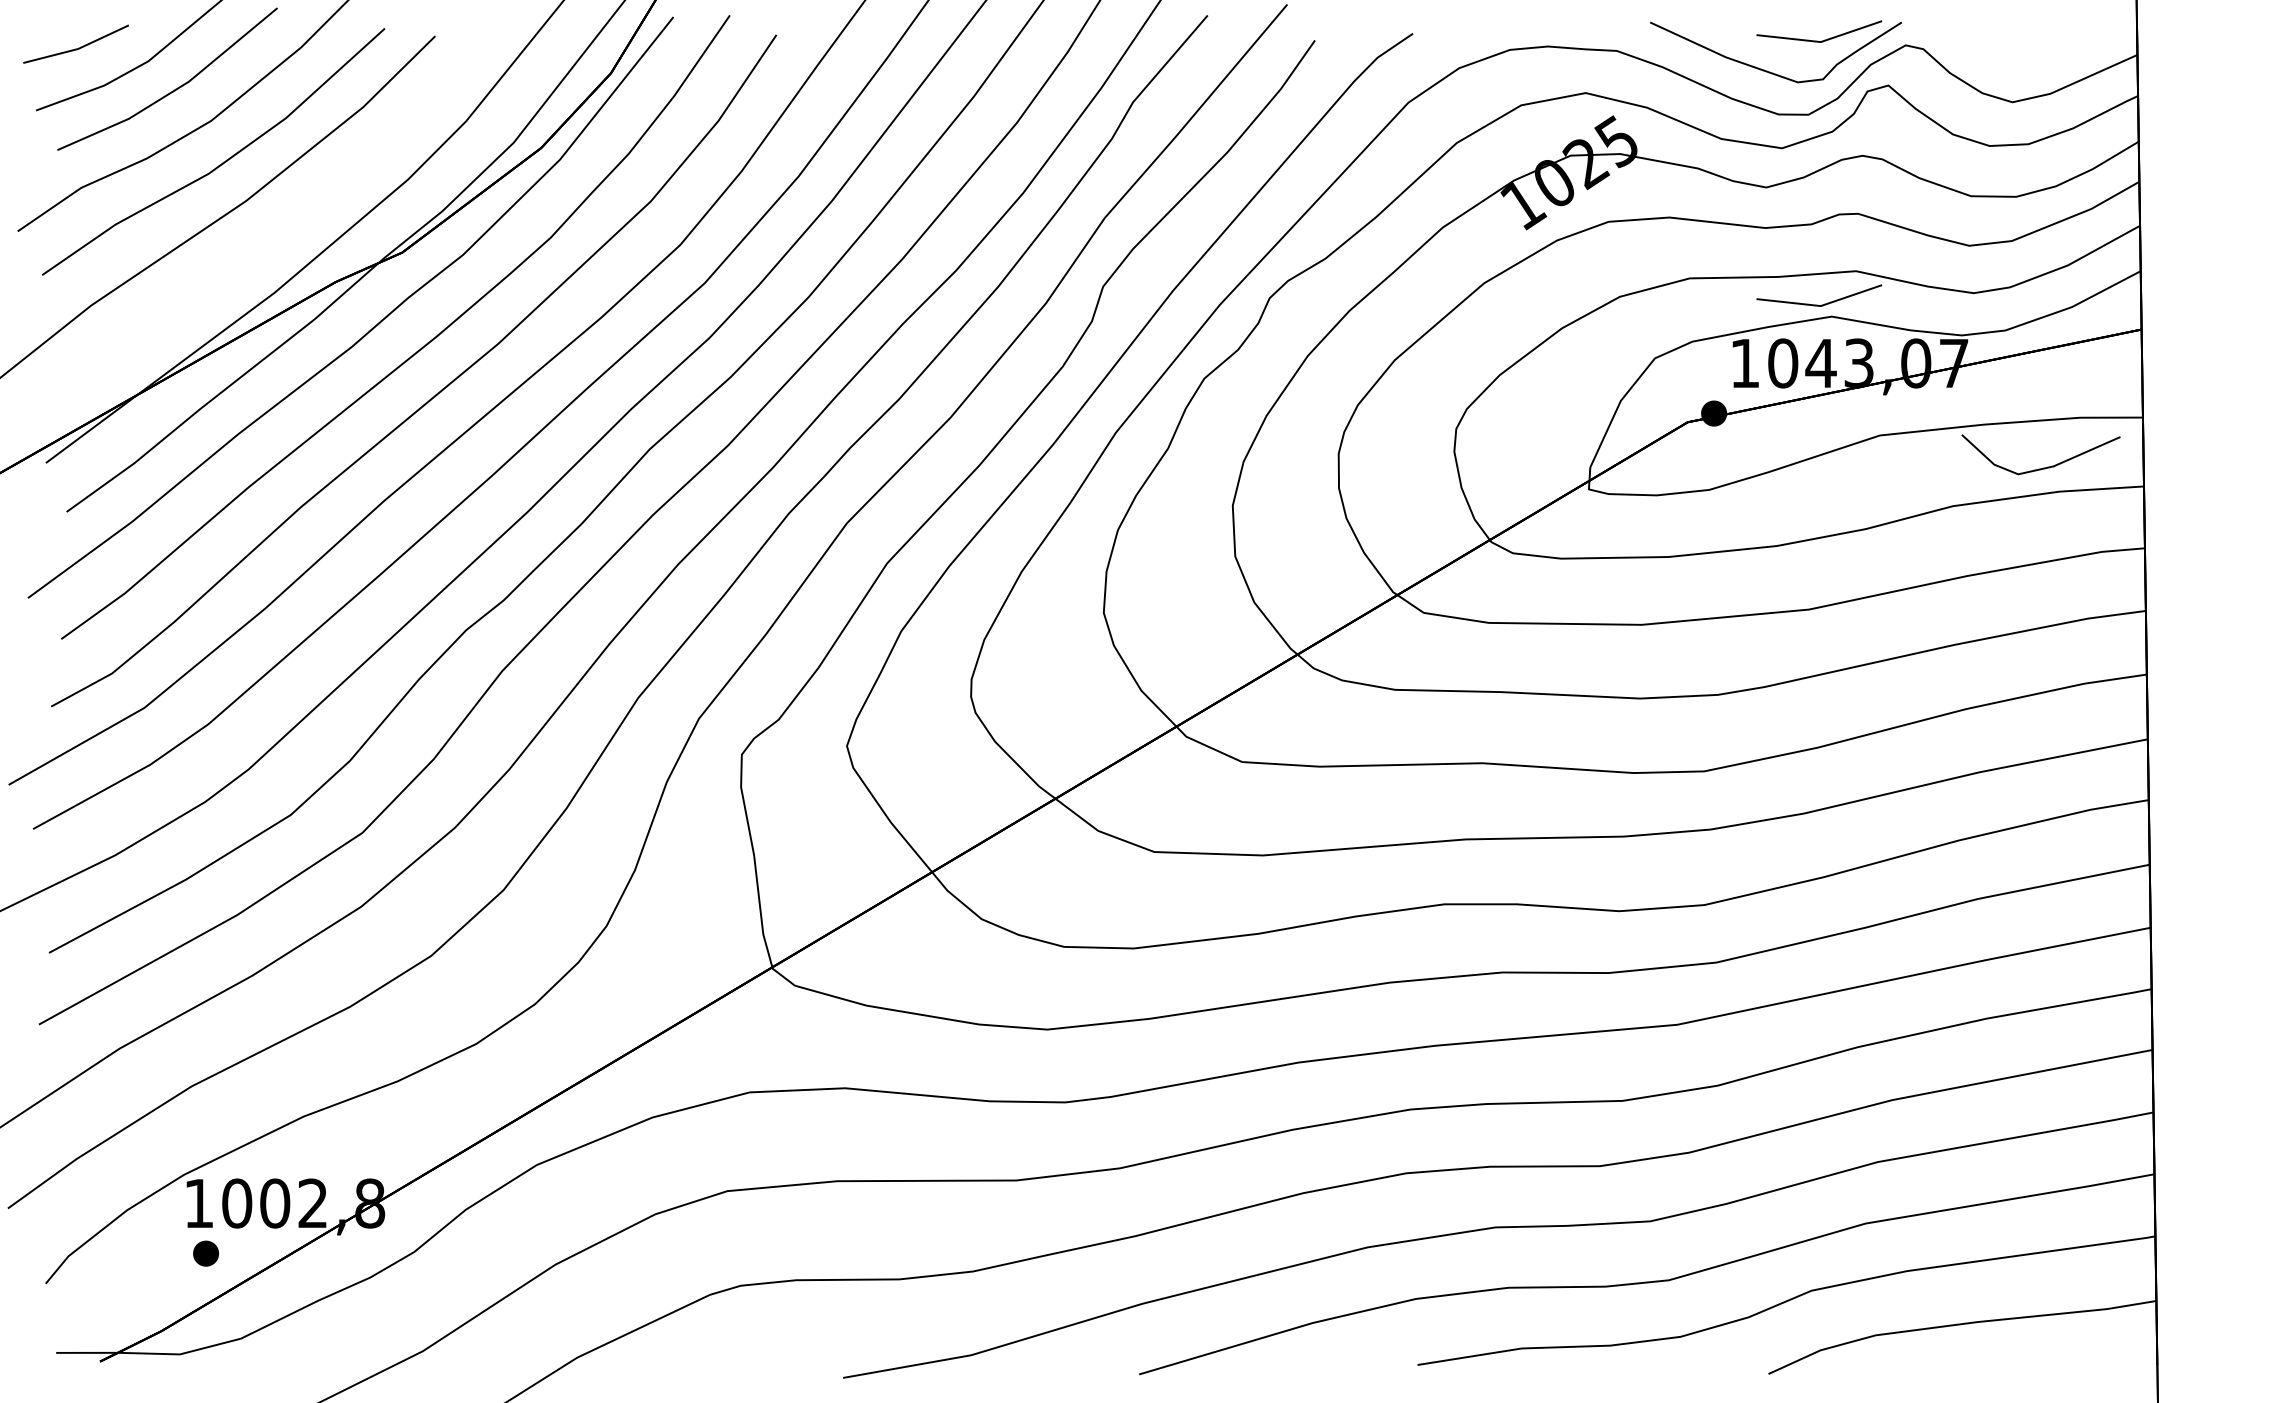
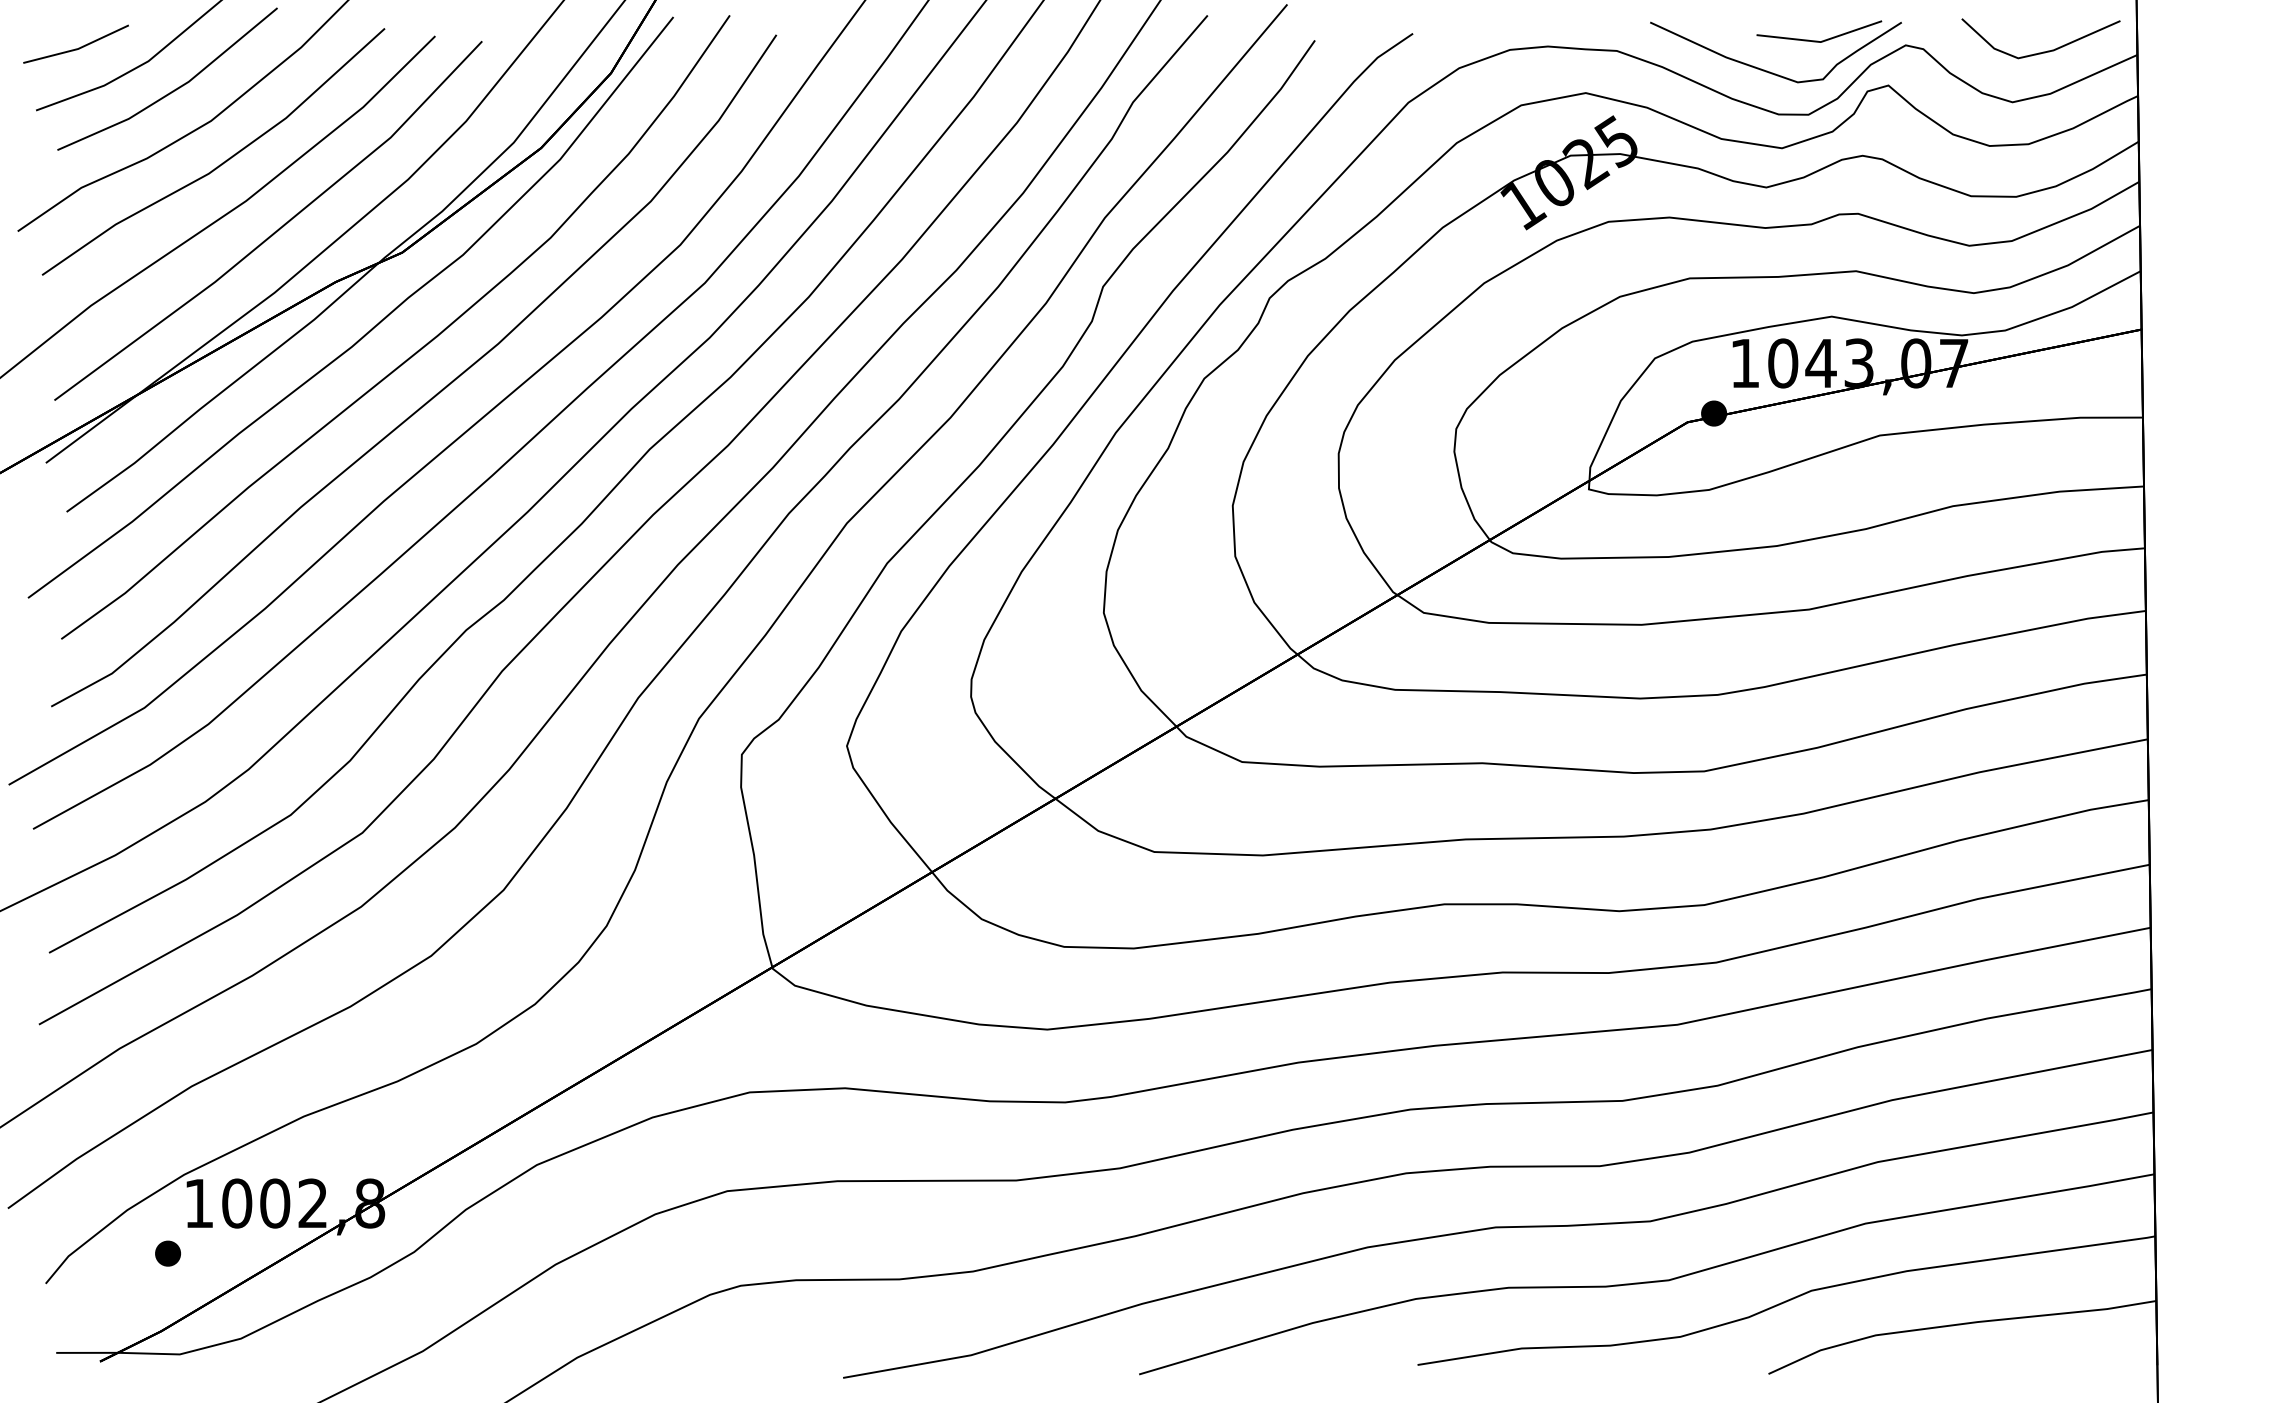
line at (277, 229): none -> present
line at (1818, 304): present -> none
line at (2043, 467) position: (2043, 467) -> (2043, 51)
part at (205, 1253) position: (205, 1253) -> (167, 1253)
